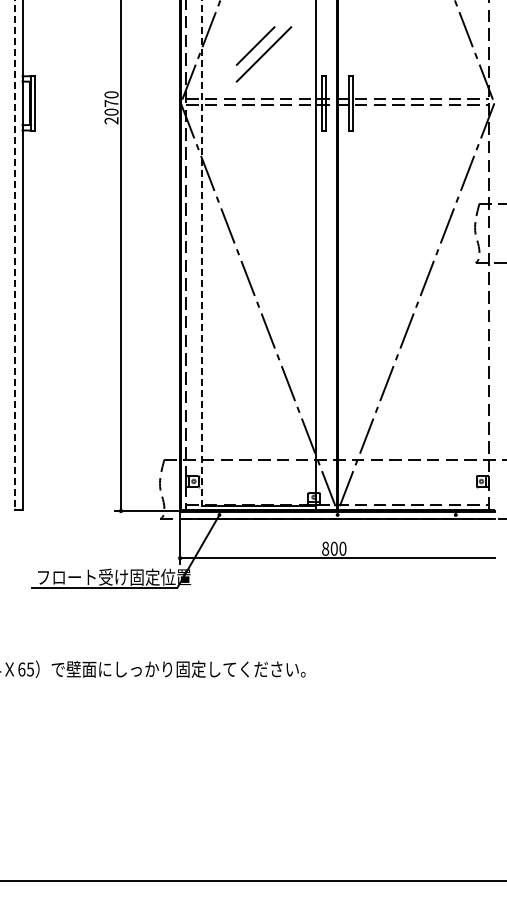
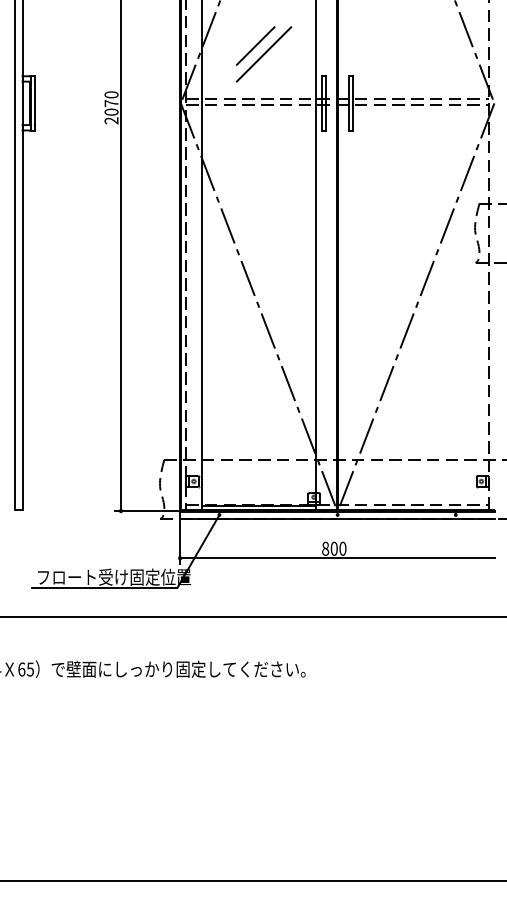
line at (15, 255): dashed -> solid
line at (201, 255): dashed -> solid
line at (252, 617): none -> present
